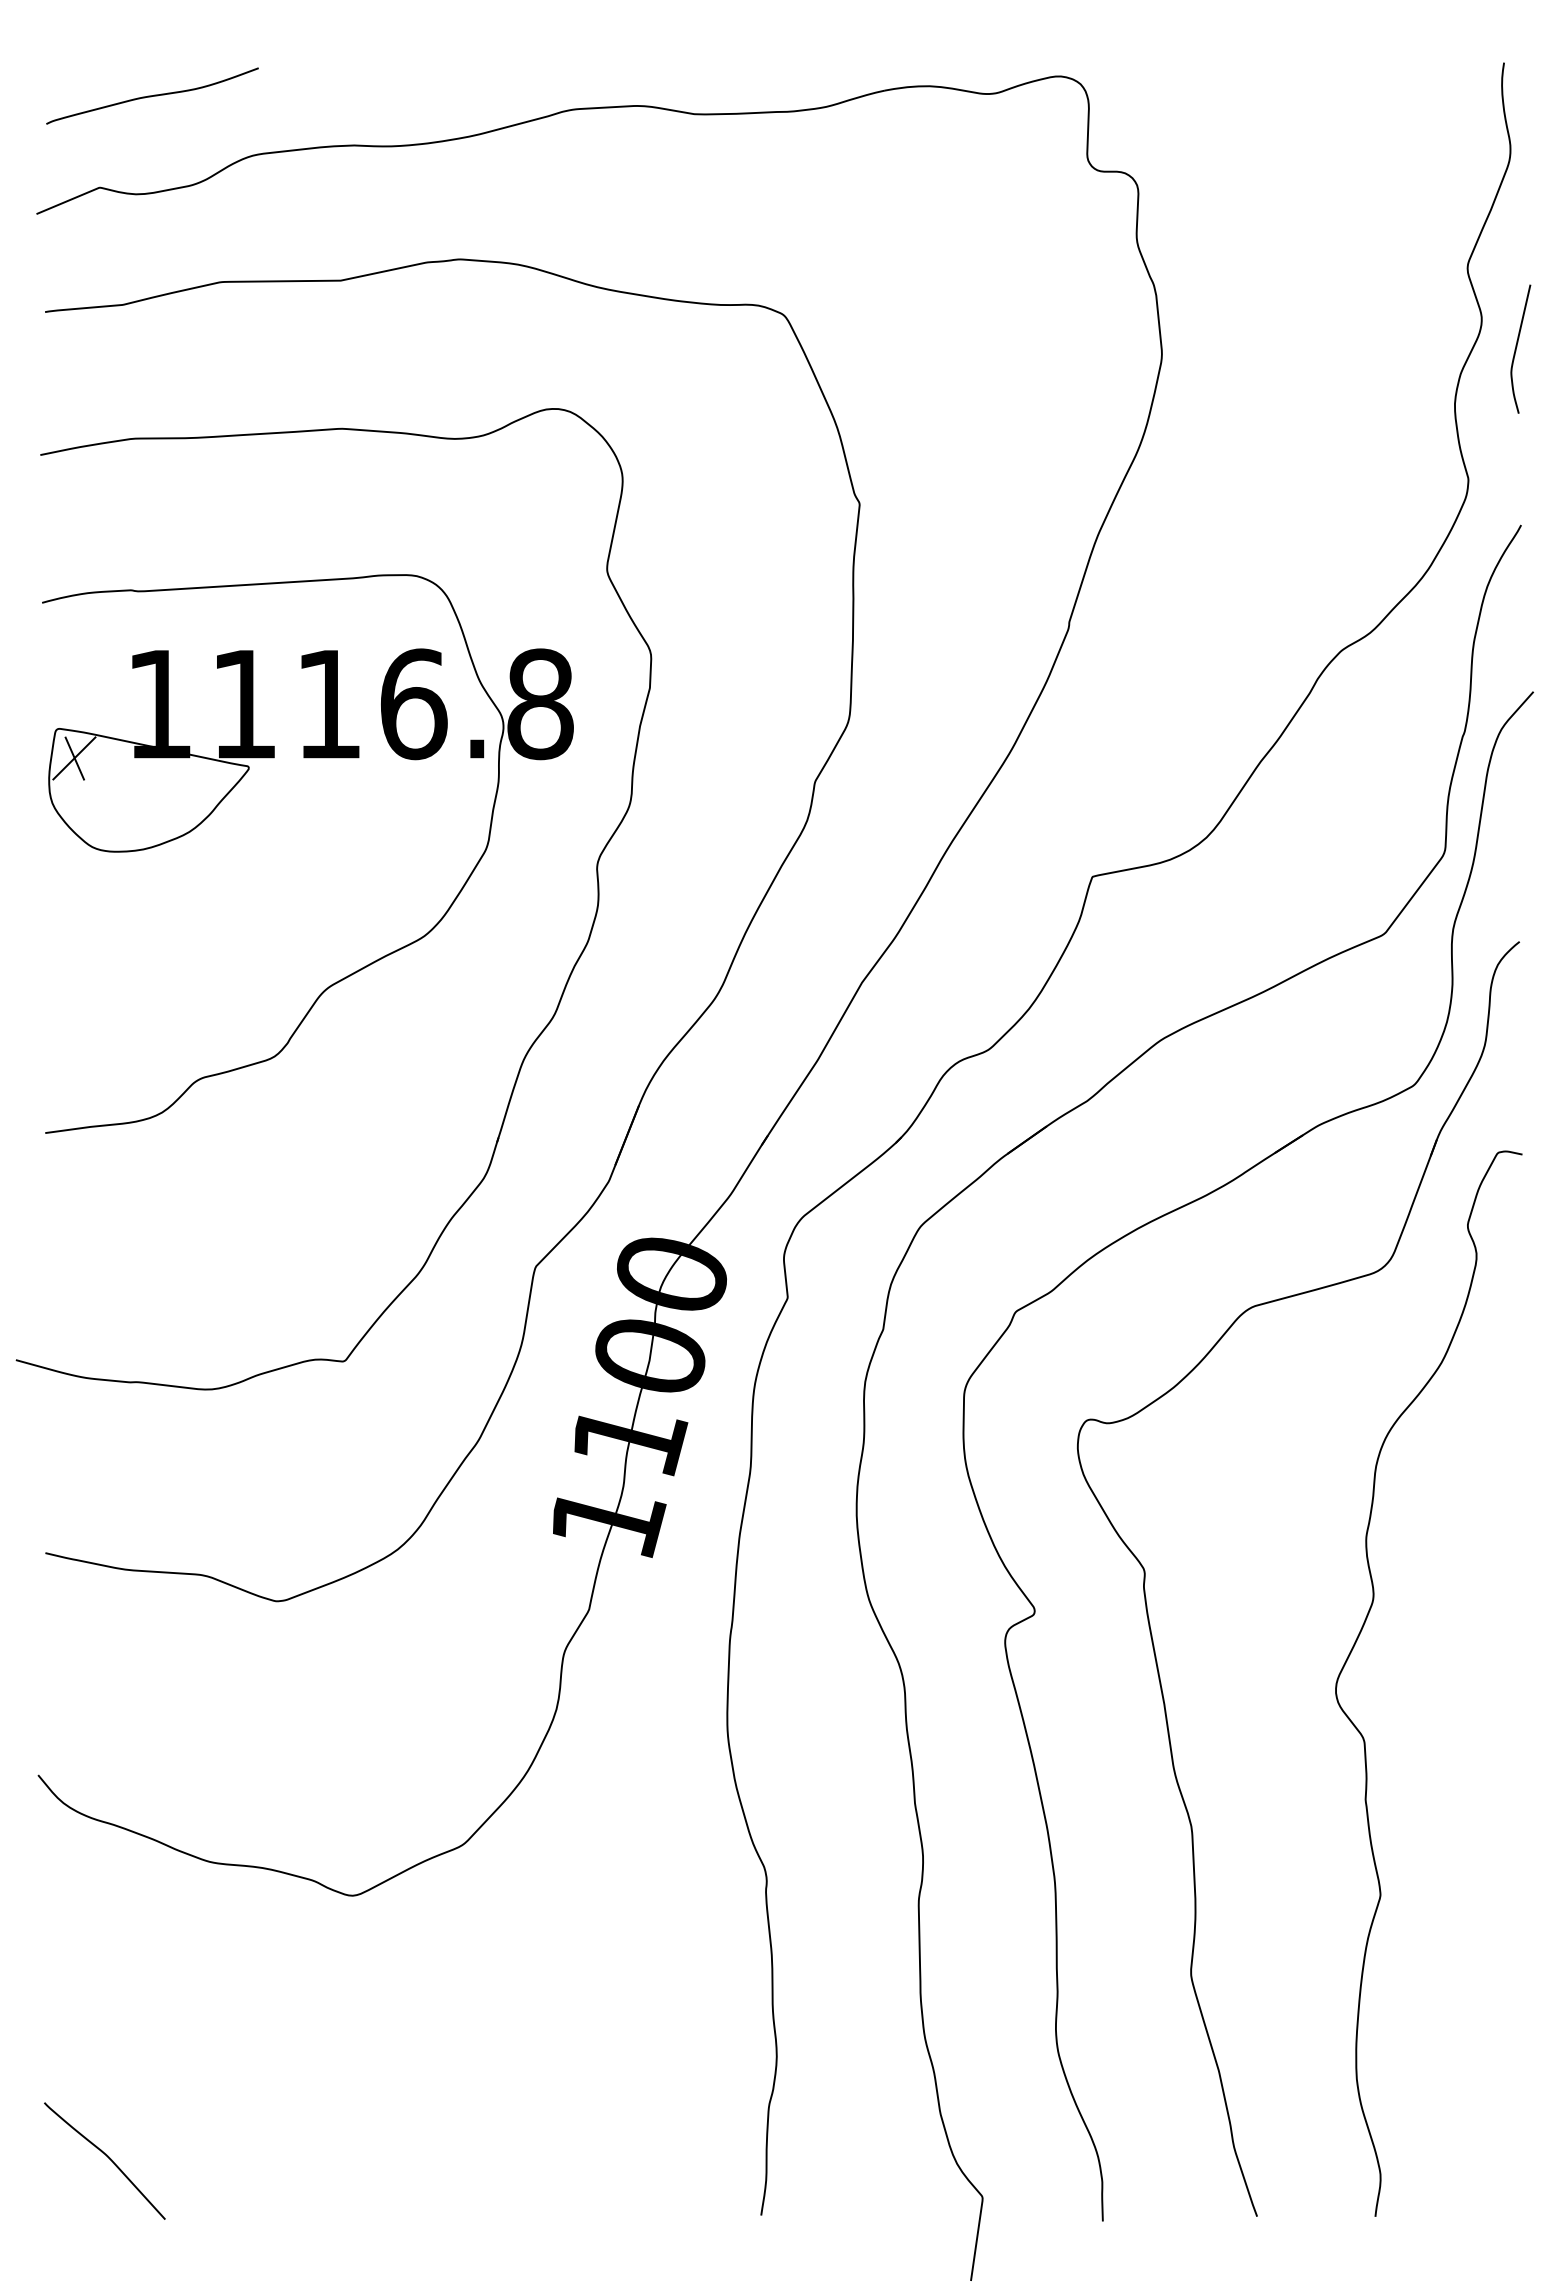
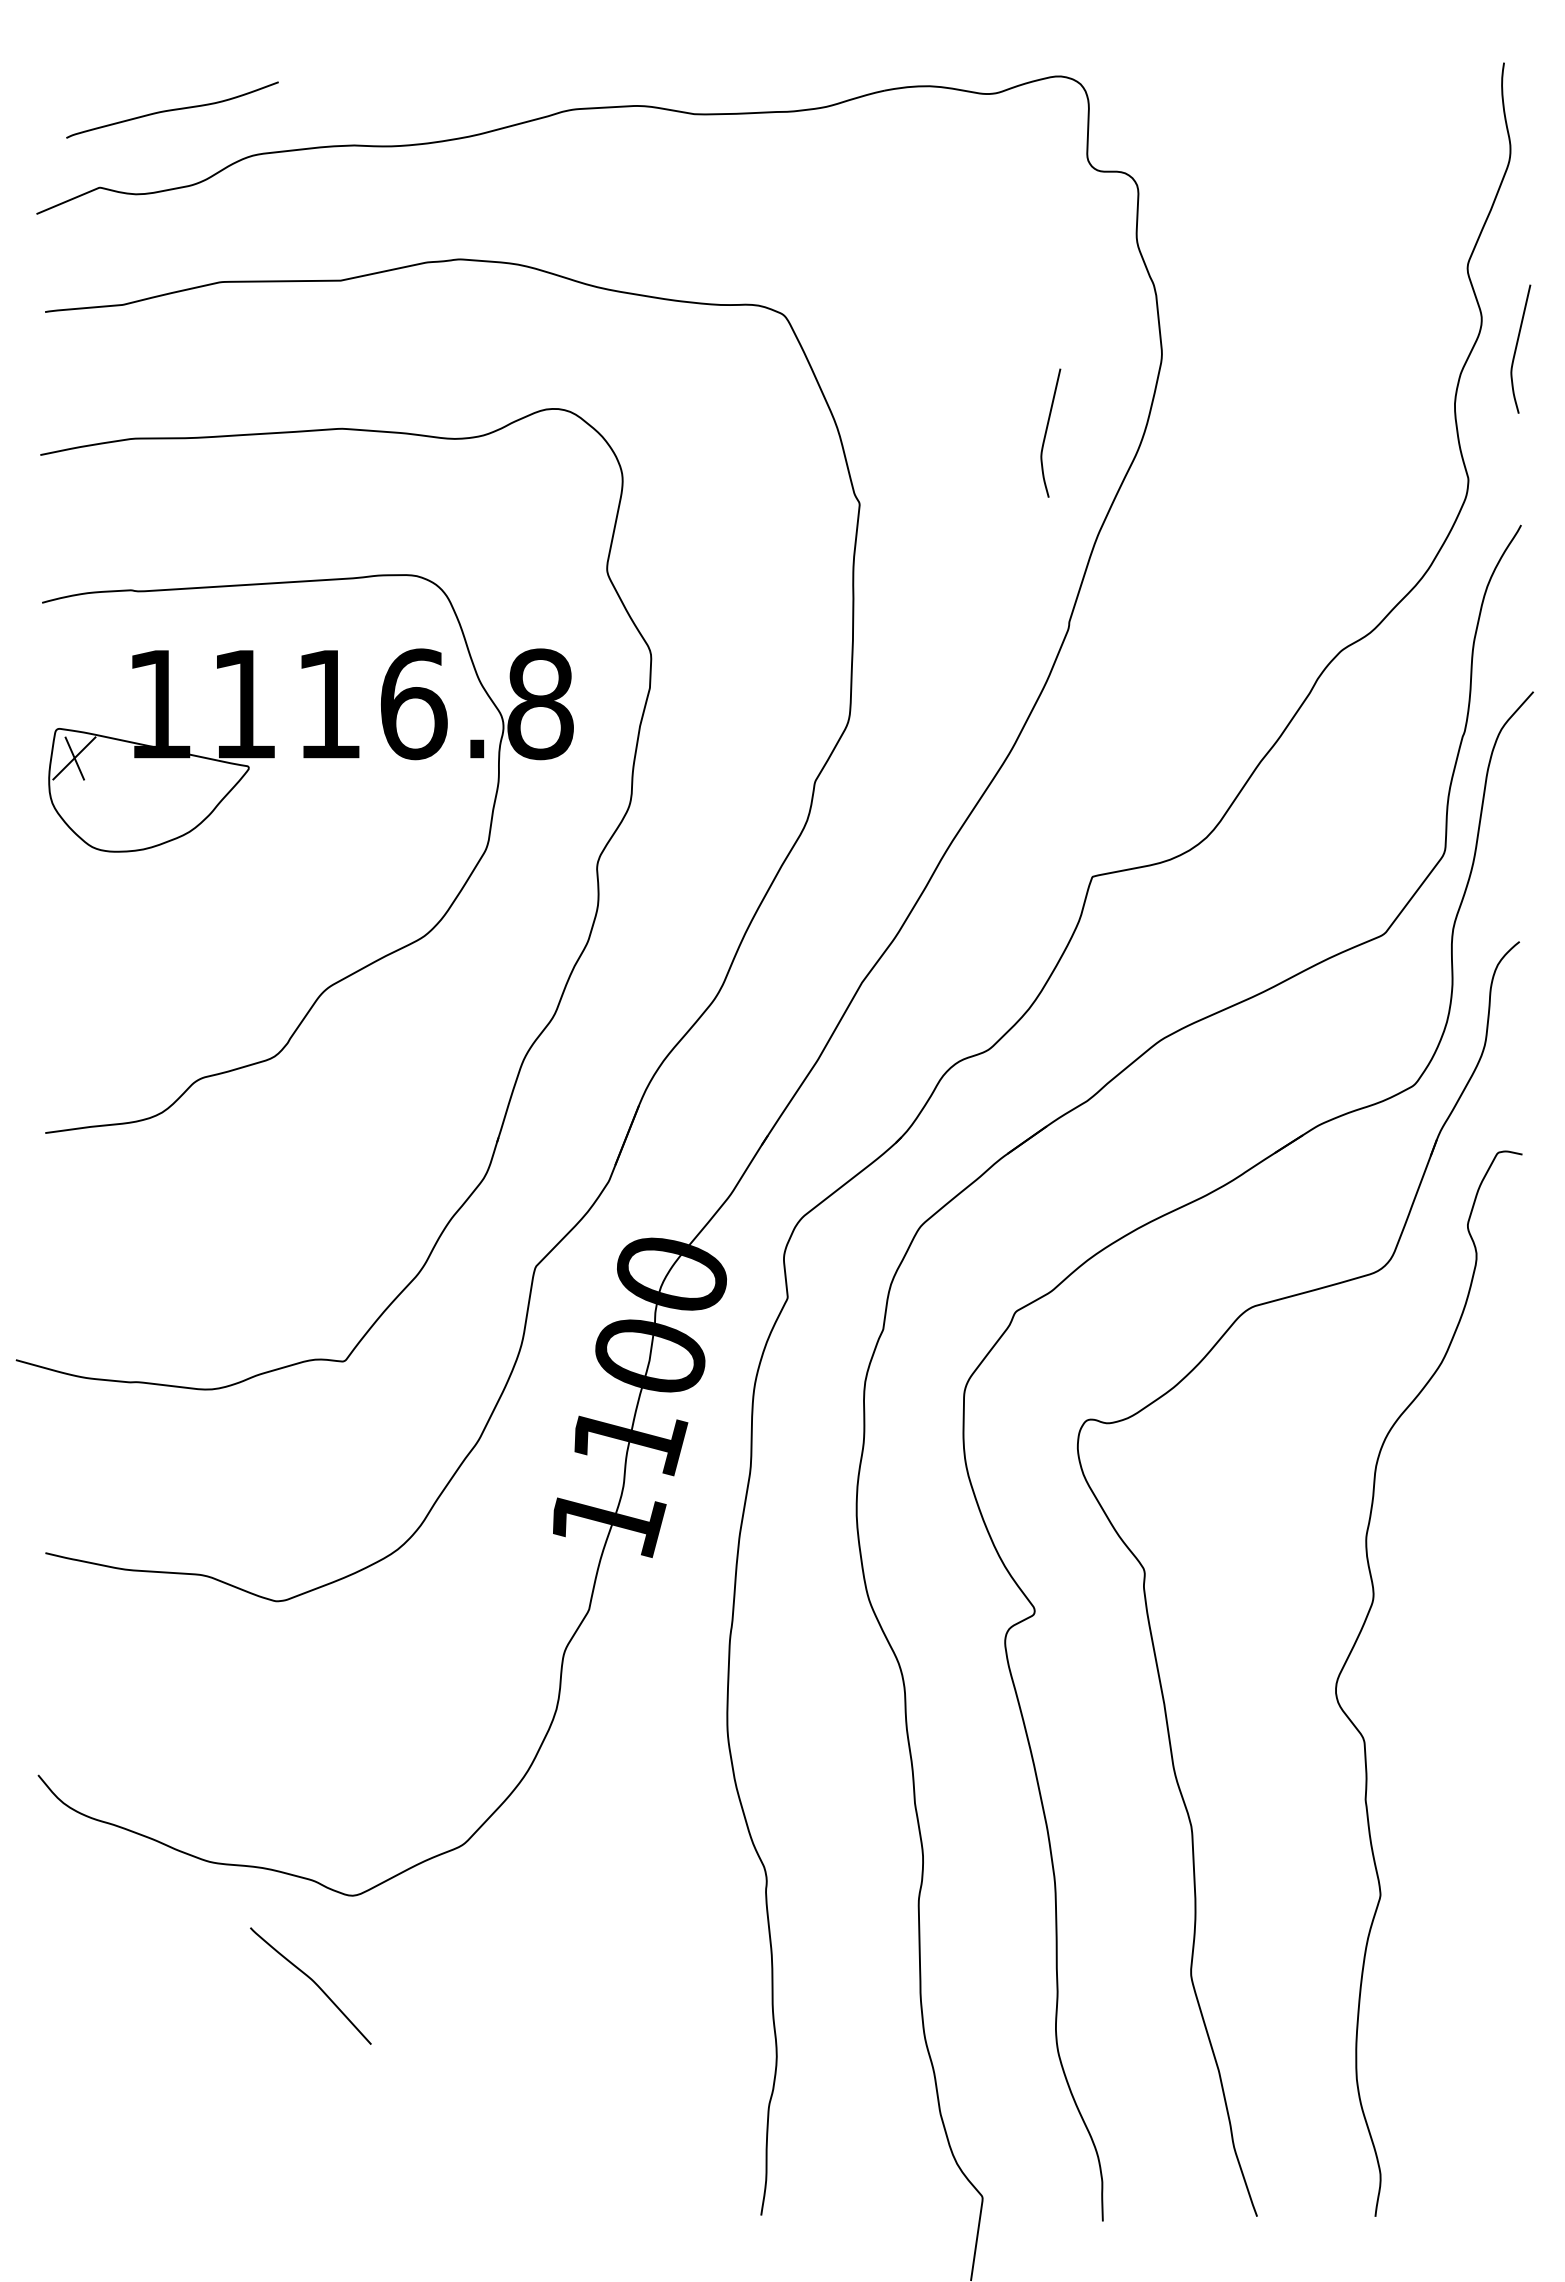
curve at (152, 95) position: (152, 95) -> (172, 109)
curve at (1047, 431): none -> present
curve at (107, 2157) position: (107, 2157) -> (313, 1982)
